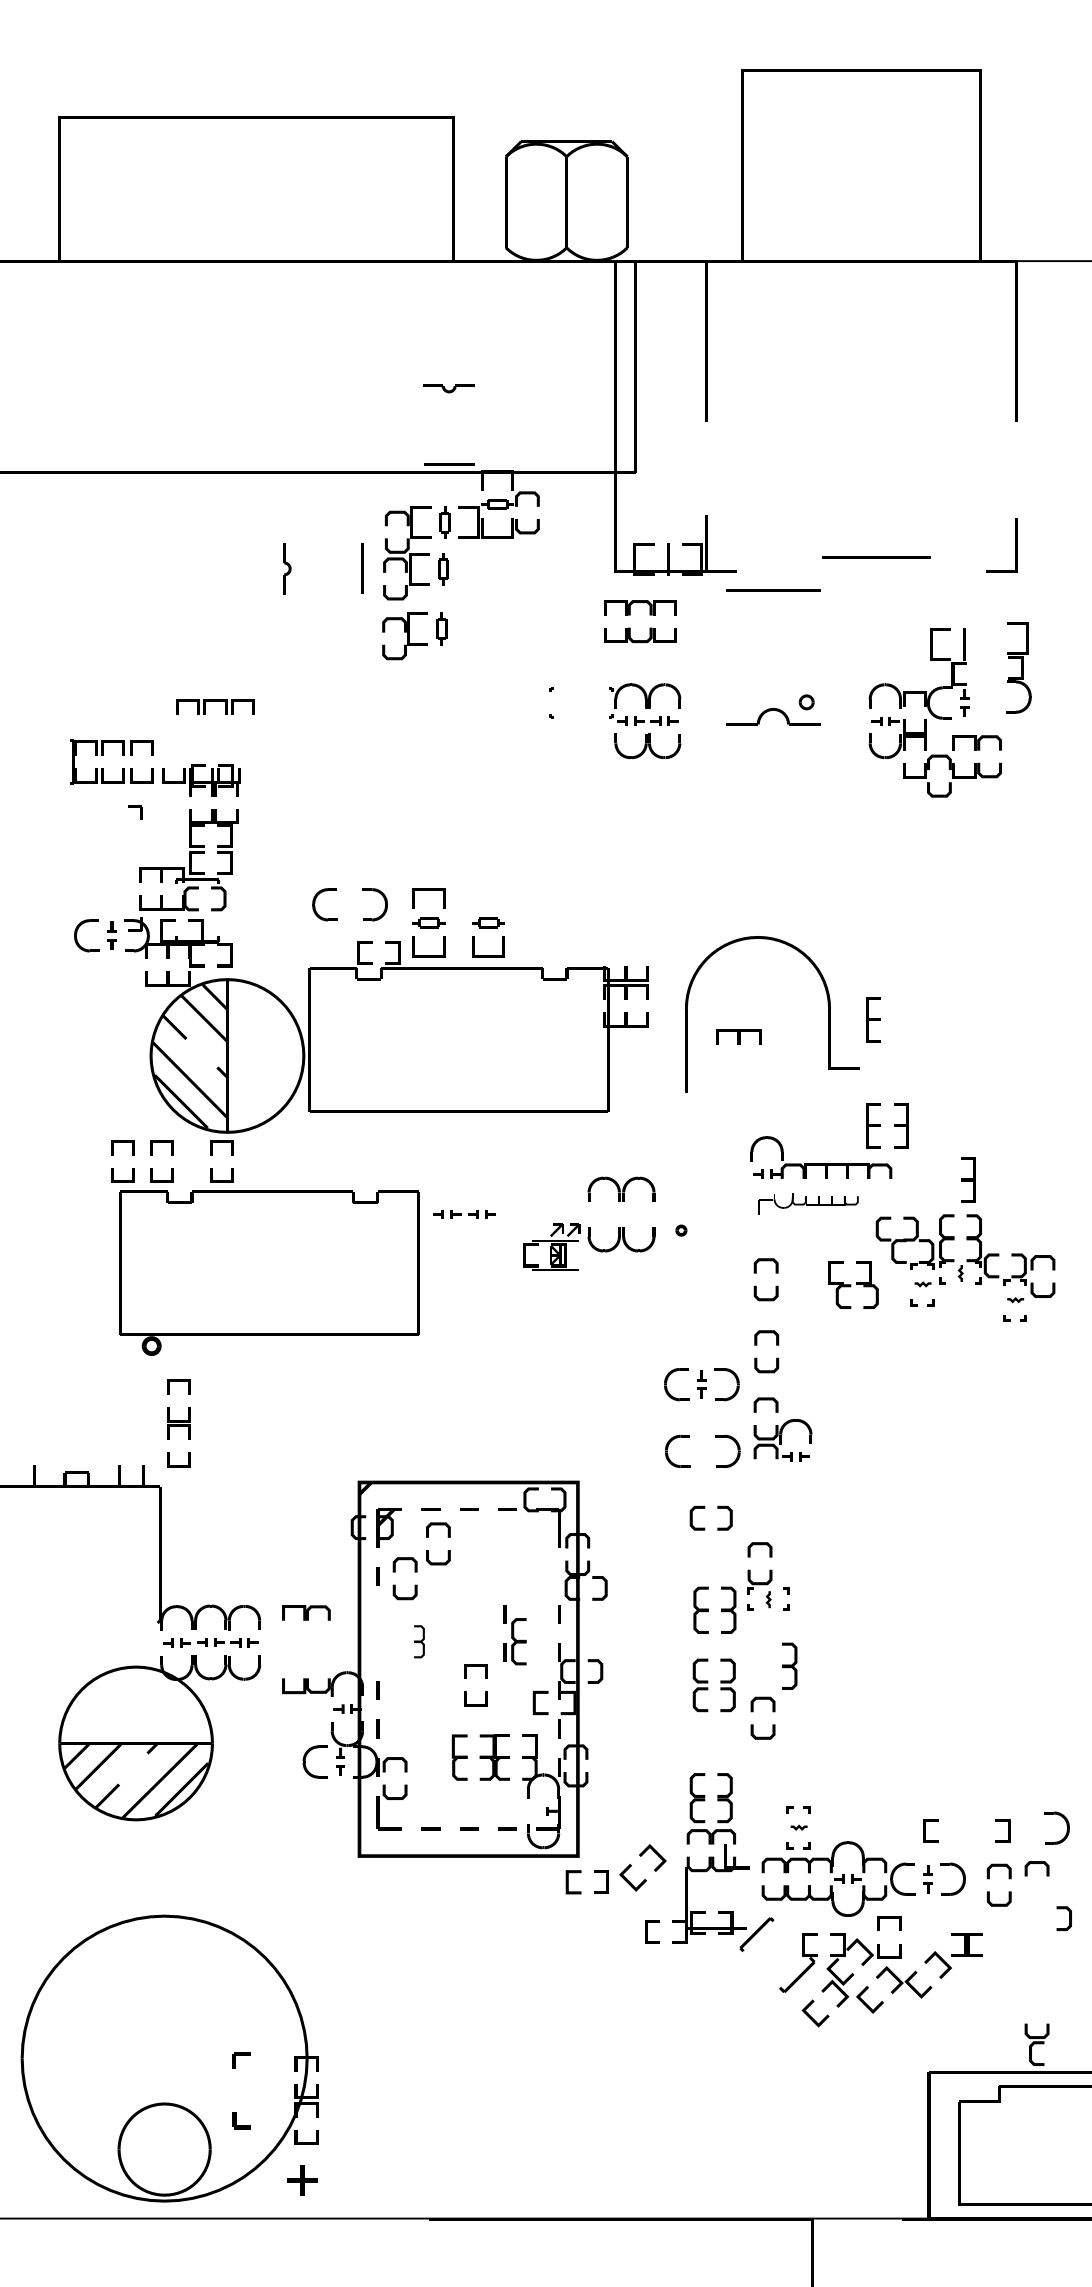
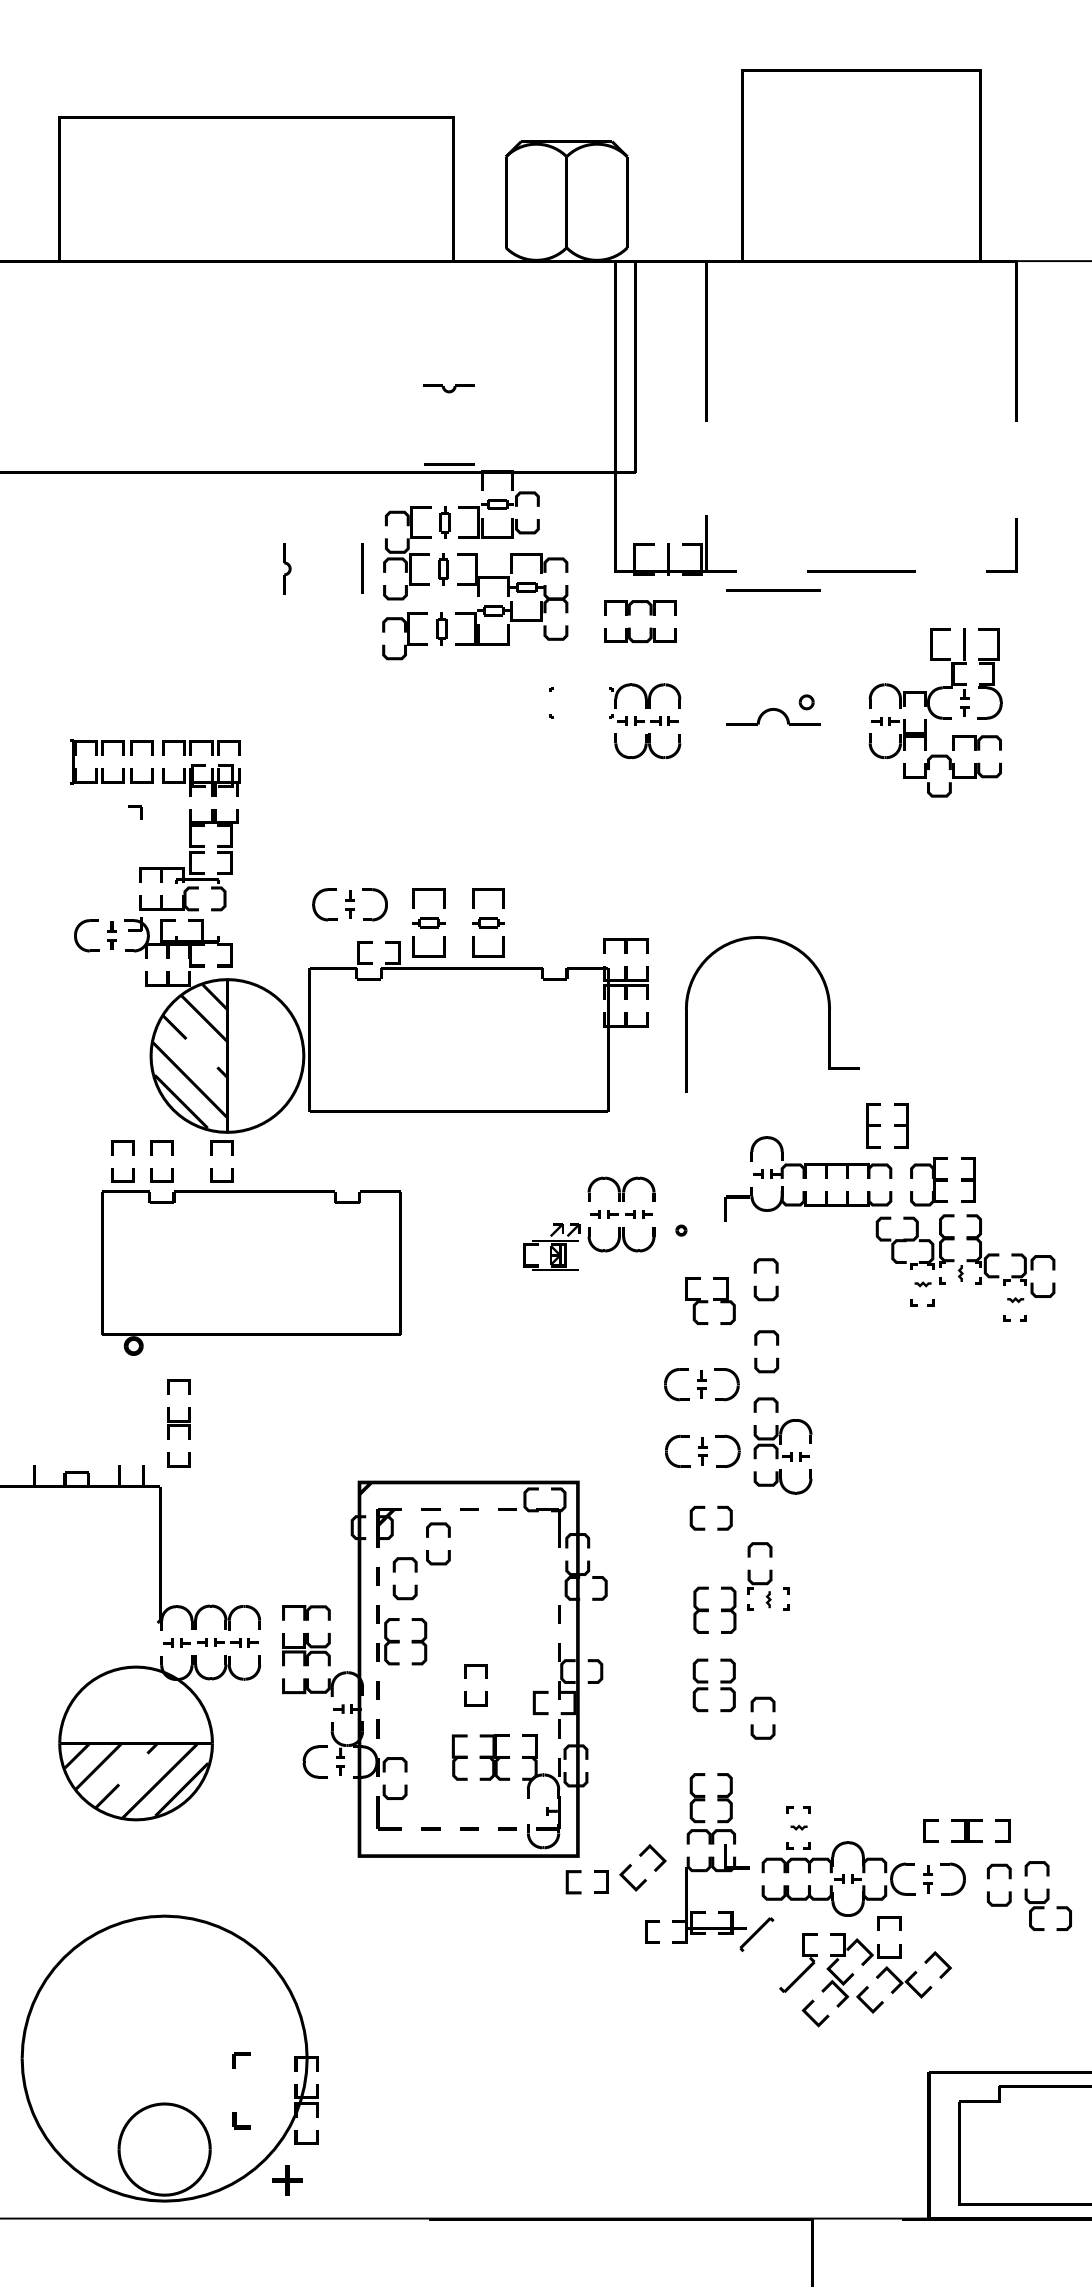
line at (876, 557) position: (876, 557) -> (861, 571)
part at (511, 599): none -> present
part at (1018, 667) position: (1018, 667) -> (989, 673)
part at (215, 706) position: (215, 706) -> (201, 747)
part at (488, 890): none -> present
part at (349, 904): none -> present
part at (873, 1019): present -> none
part at (738, 1036) position: (738, 1036) -> (625, 945)
part at (928, 1181): none -> present
part at (808, 1203) size: 101x22 px -> 169x36 px
part at (464, 1214) position: (464, 1214) -> (621, 1214)
part at (269, 1272) position: (269, 1272) -> (251, 1272)
part at (853, 1284) position: (853, 1284) -> (710, 1300)
part at (702, 1451): none -> present
part at (782, 1481): none -> present
part at (514, 1635) position: (514, 1635) -> (387, 1635)
part at (419, 1641) size: 11x34 px -> 17x48 px
part at (306, 1649): none -> present
part at (789, 1665): present -> none
curve at (1066, 1825): present -> none
part at (966, 1944) position: (966, 1944) -> (966, 1830)
part at (1036, 2044) position: (1036, 2044) -> (1036, 1909)
part at (302, 2180) position: (302, 2180) -> (287, 2180)
